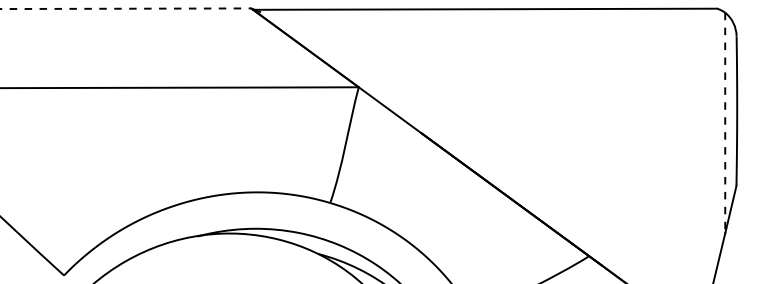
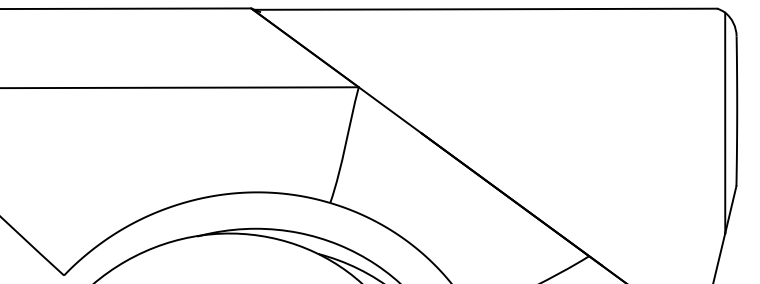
line at (126, 8): dashed -> solid
line at (725, 123): dashed -> solid
